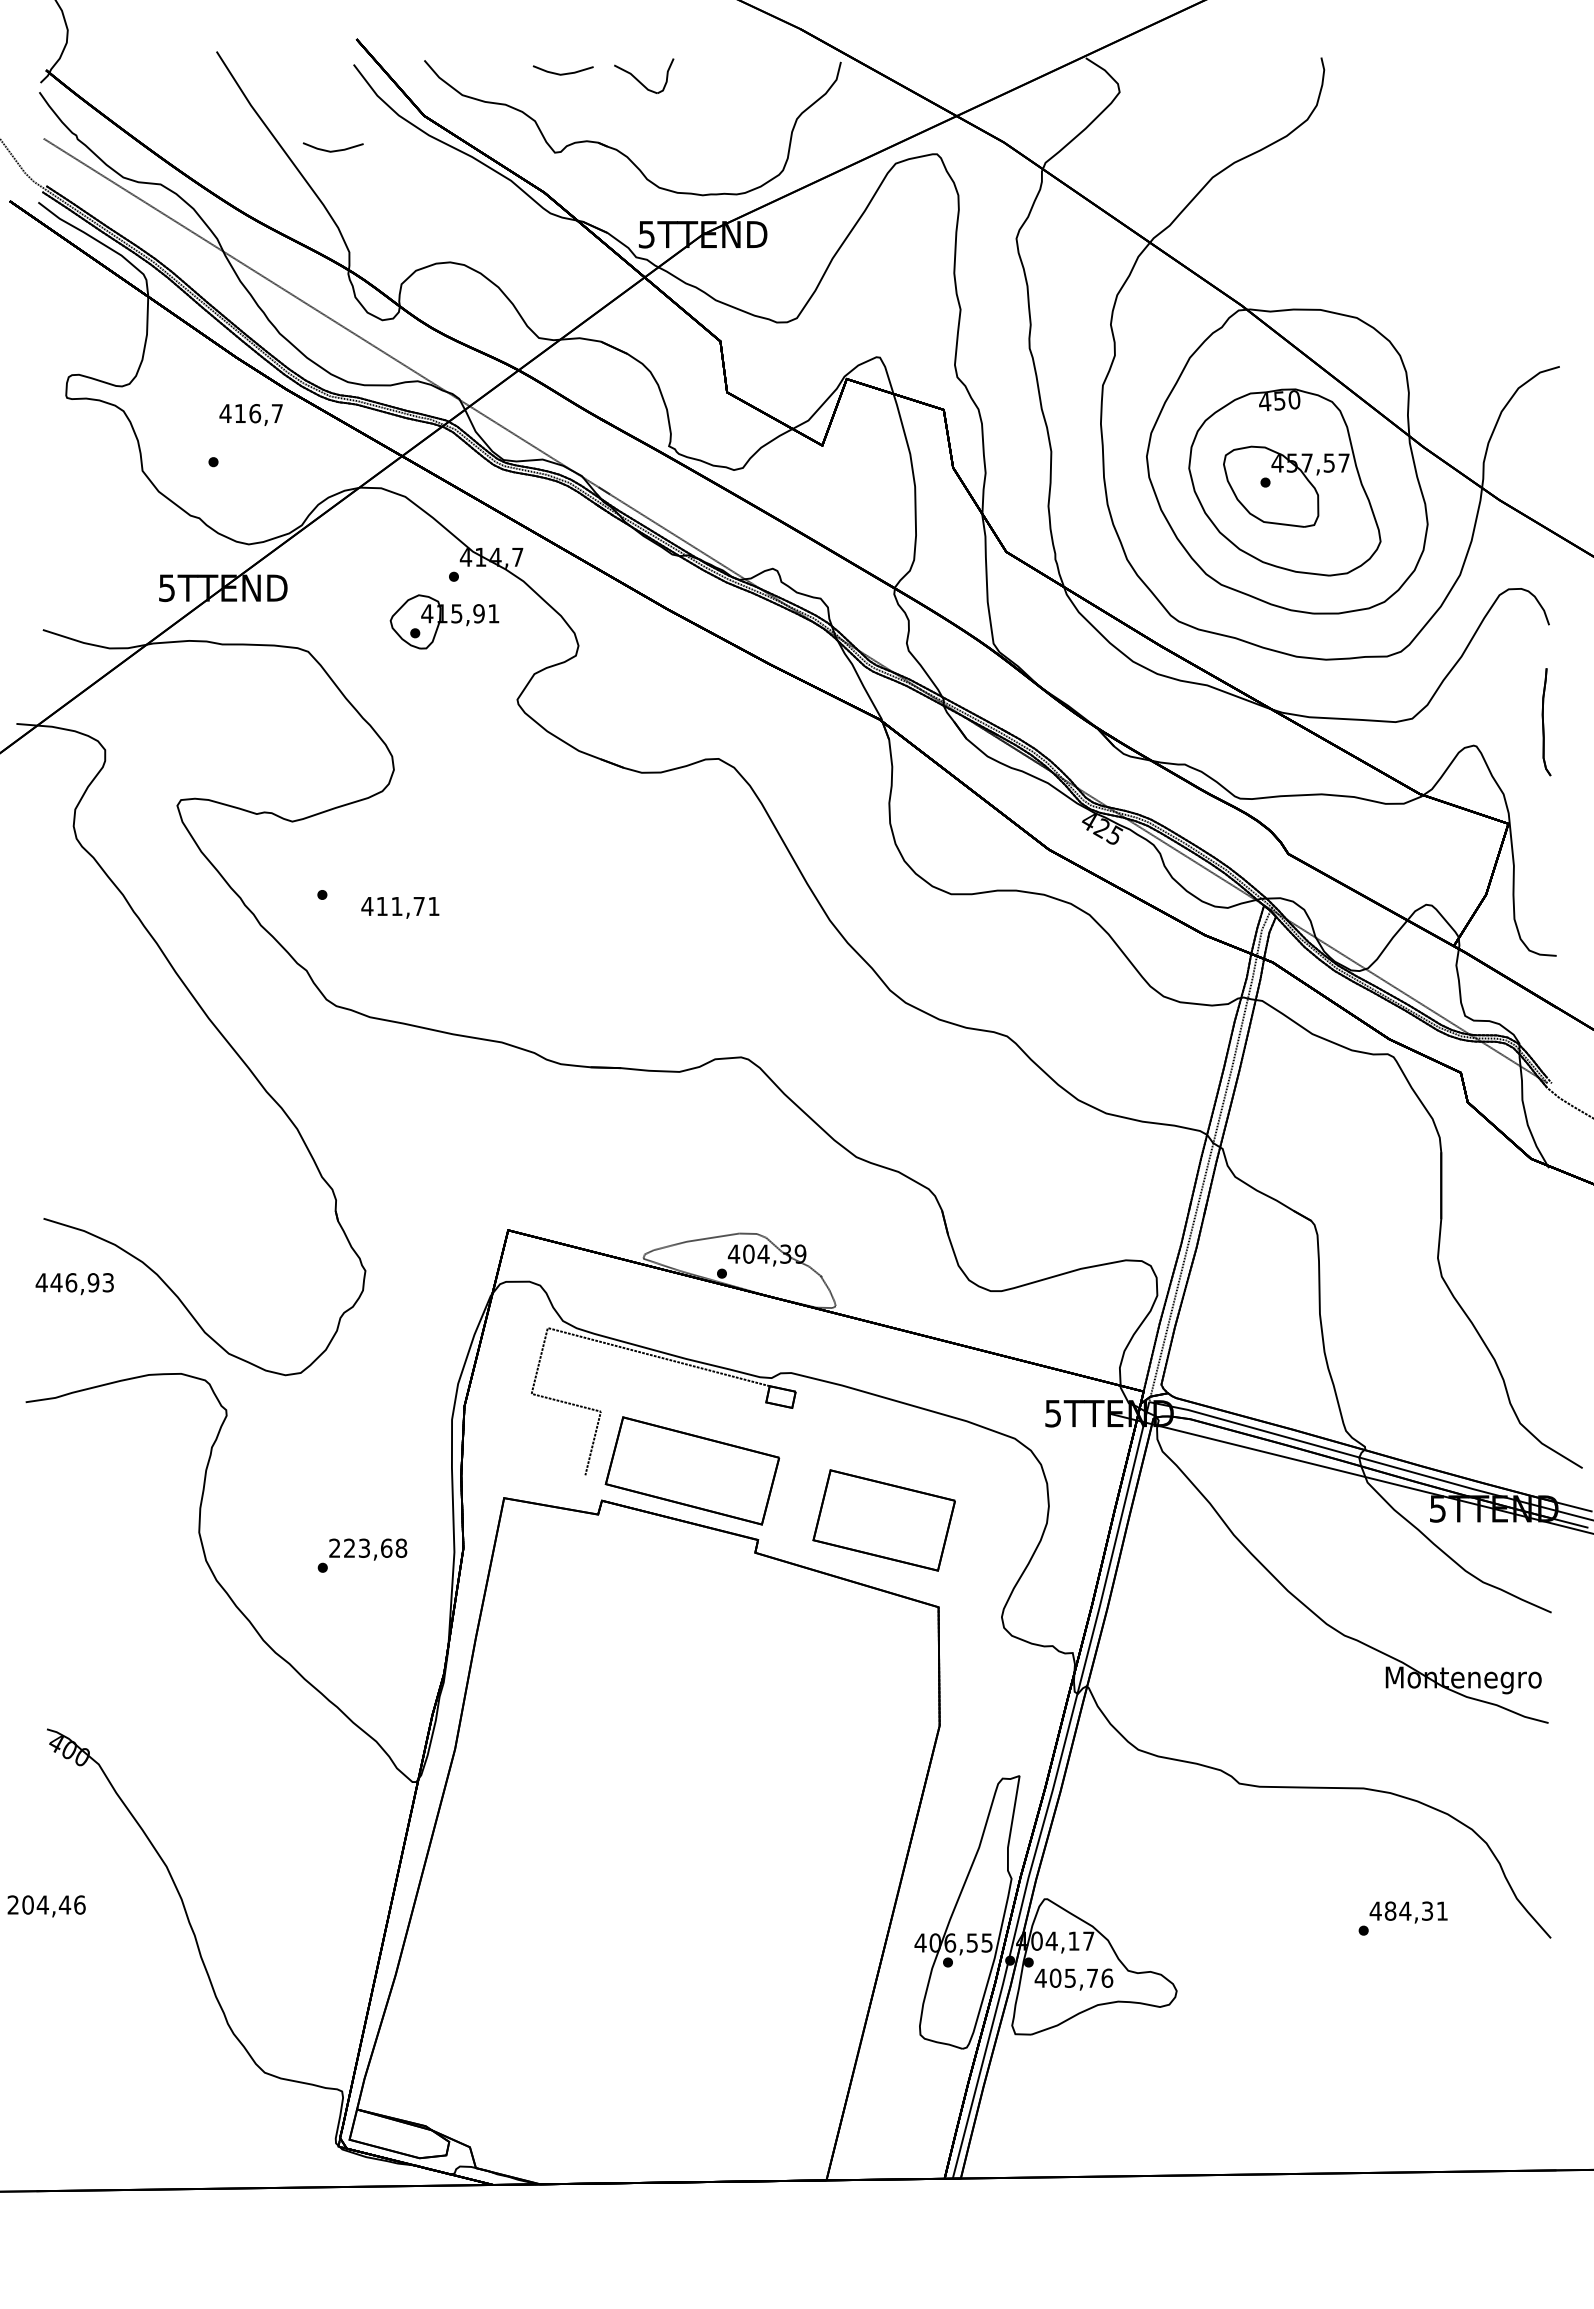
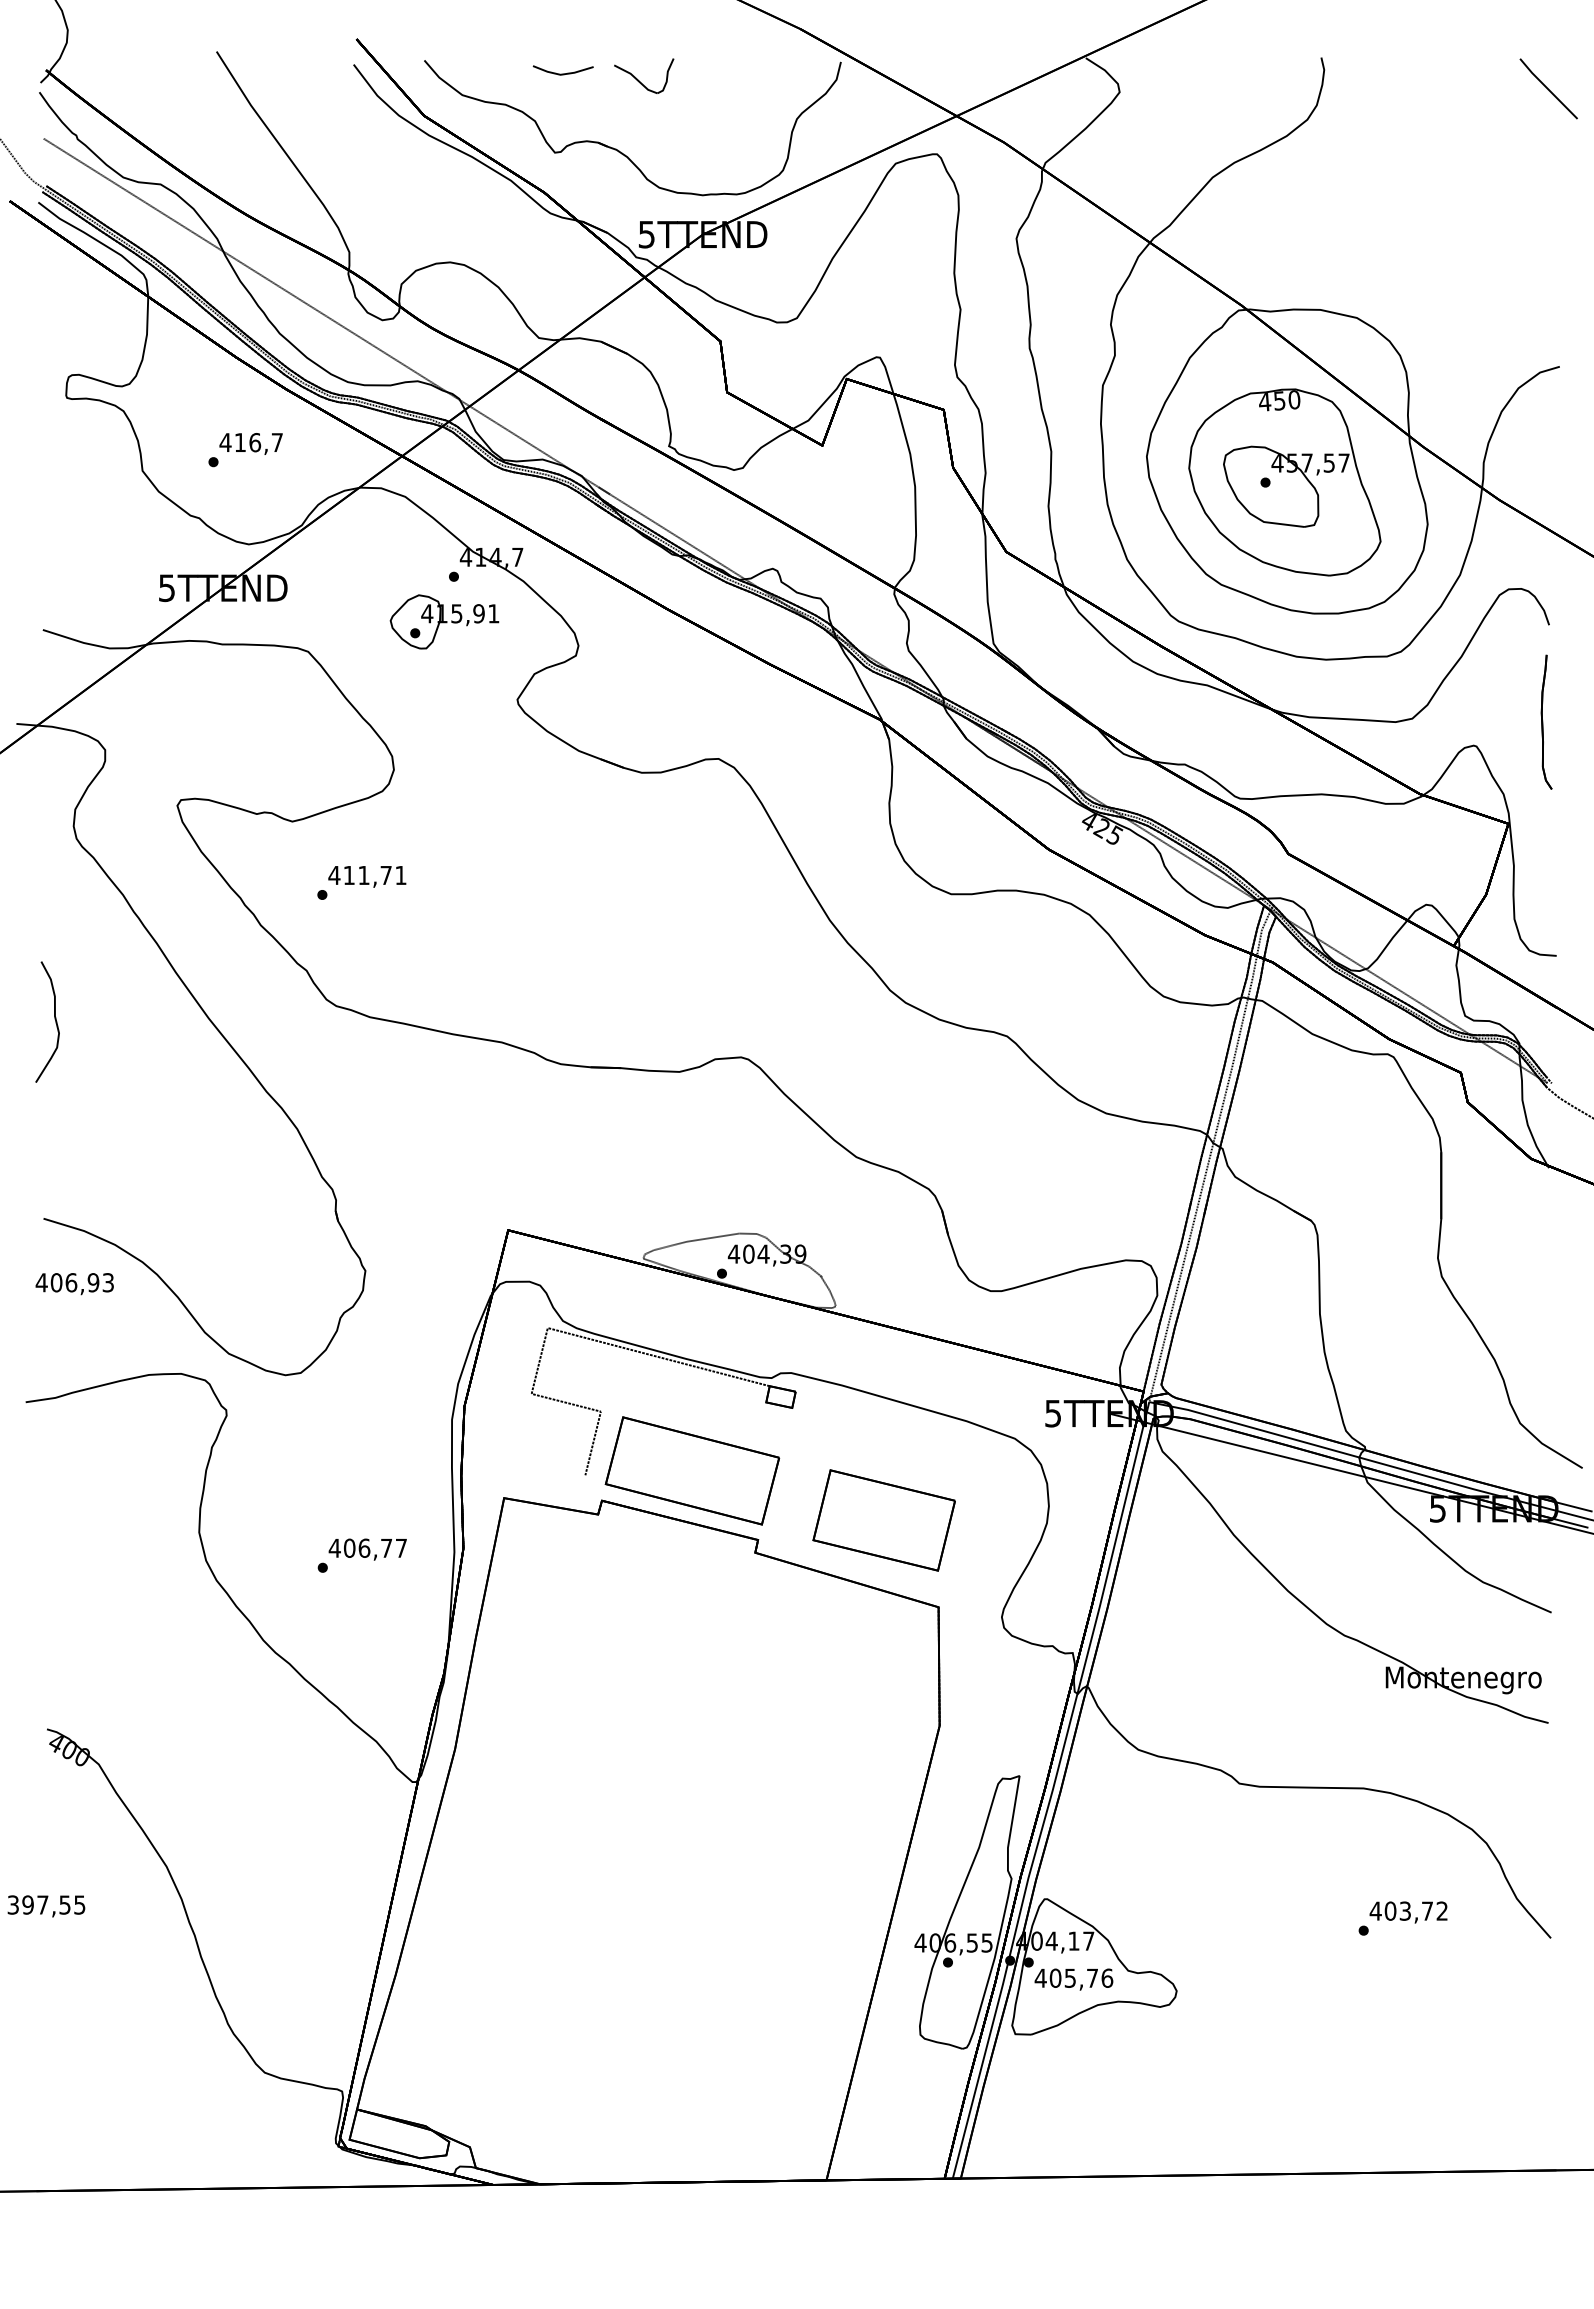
line at (1548, 88): none -> present
line at (332, 150): present -> none
text at (250, 414) position: (250, 414) -> (250, 443)
part at (1546, 722) size: 11x109 px -> 13x136 px
text at (400, 907) position: (400, 907) -> (367, 876)
curve at (54, 1019): none -> present
text at (56, 1282): 446,93 -> 406,93
text at (367, 1547): 223,68 -> 406,77
text at (46, 1904): 204,46 -> 397,55
text at (1415, 1910): 484,31 -> 403,72
